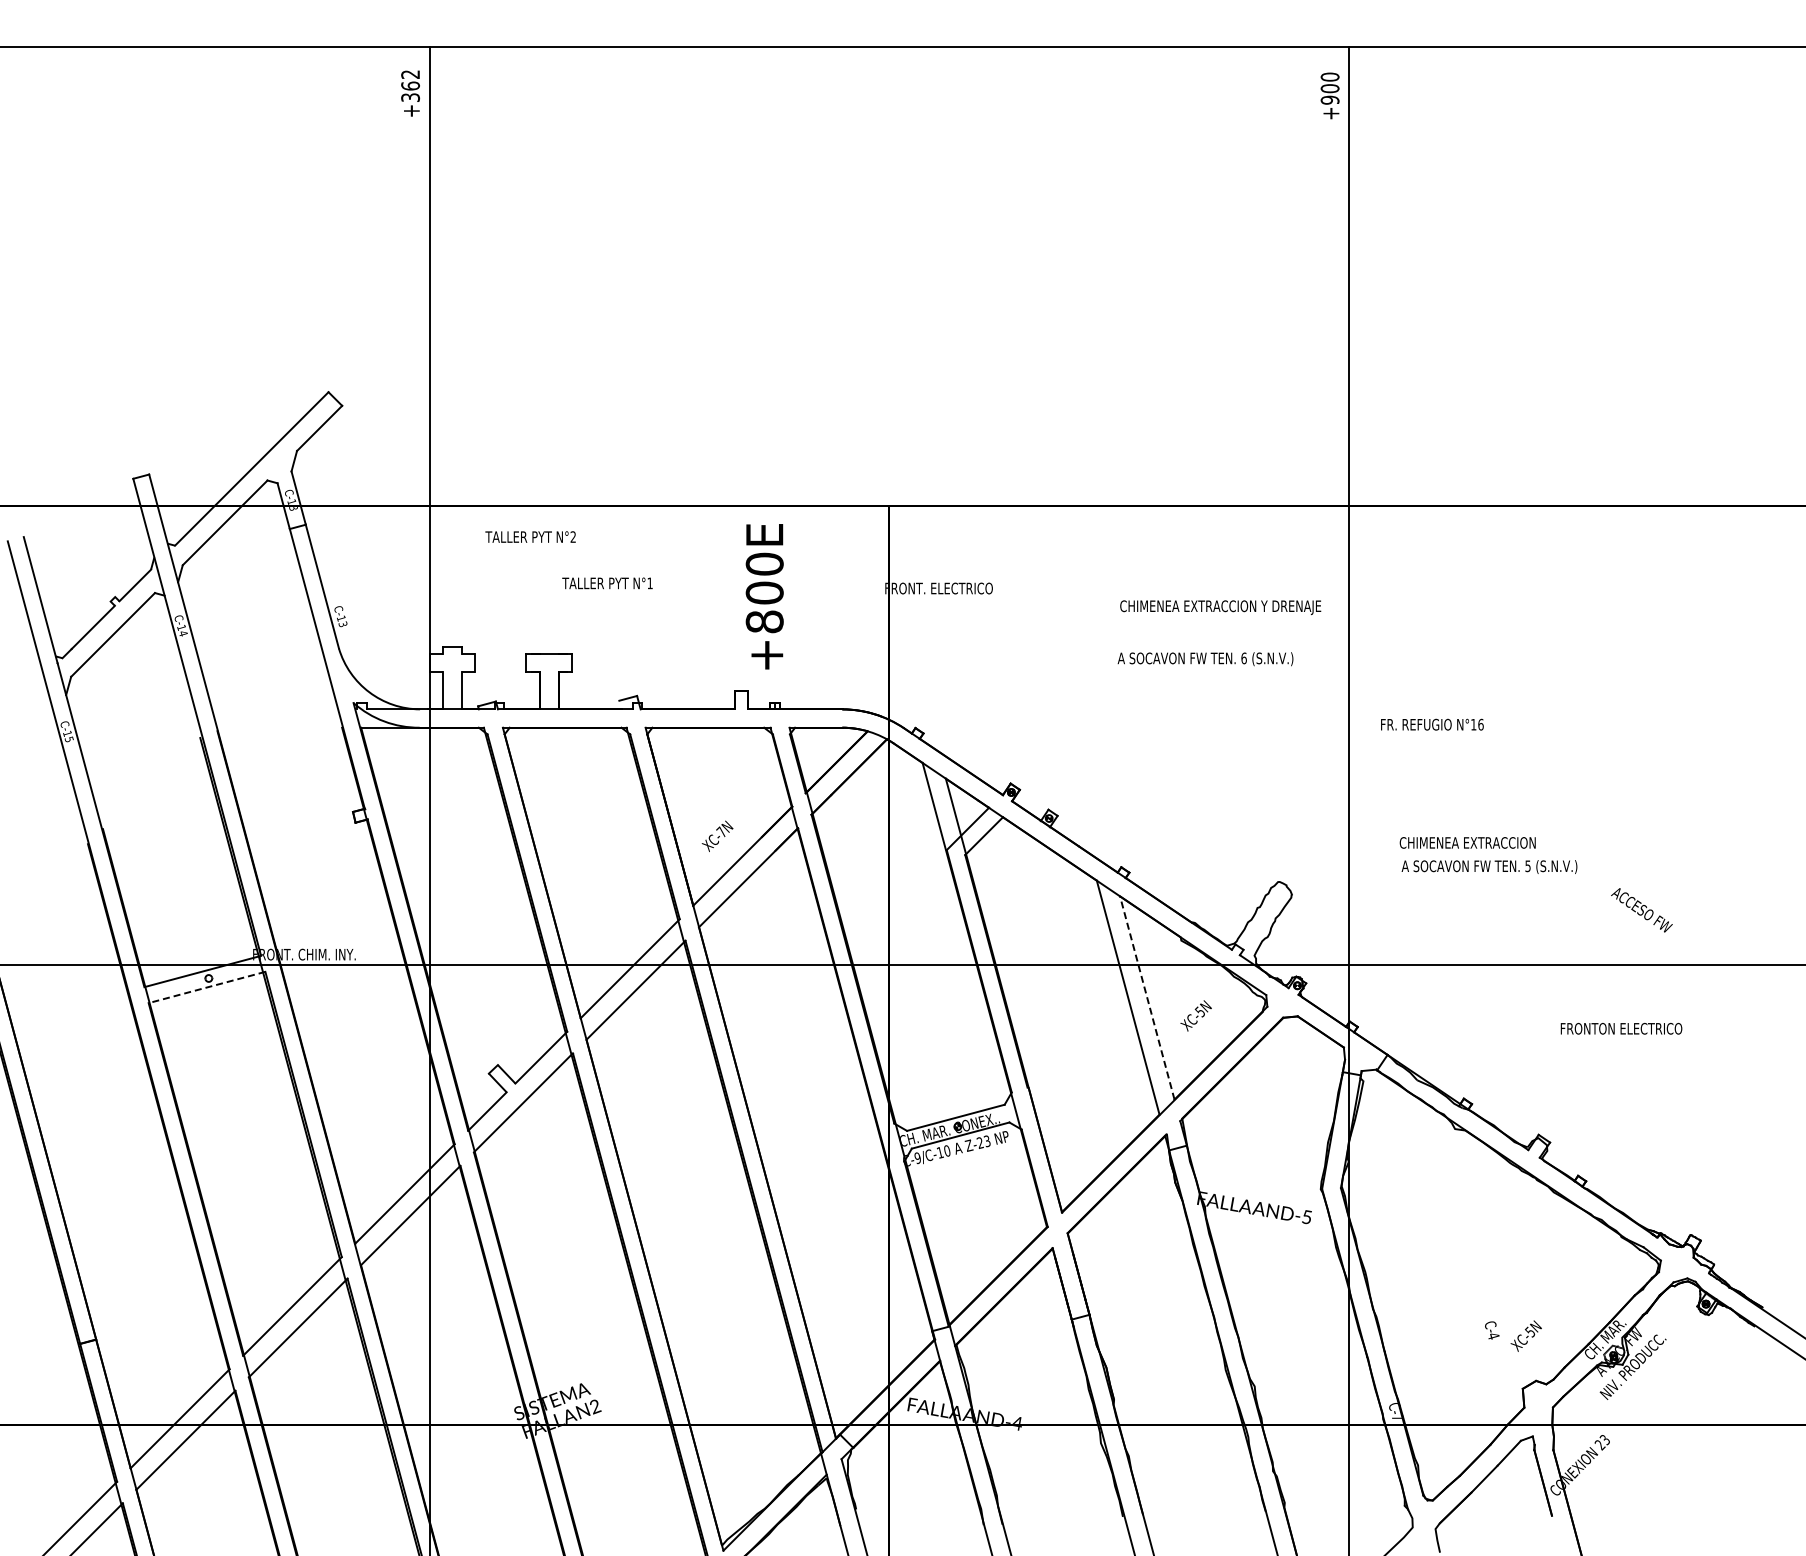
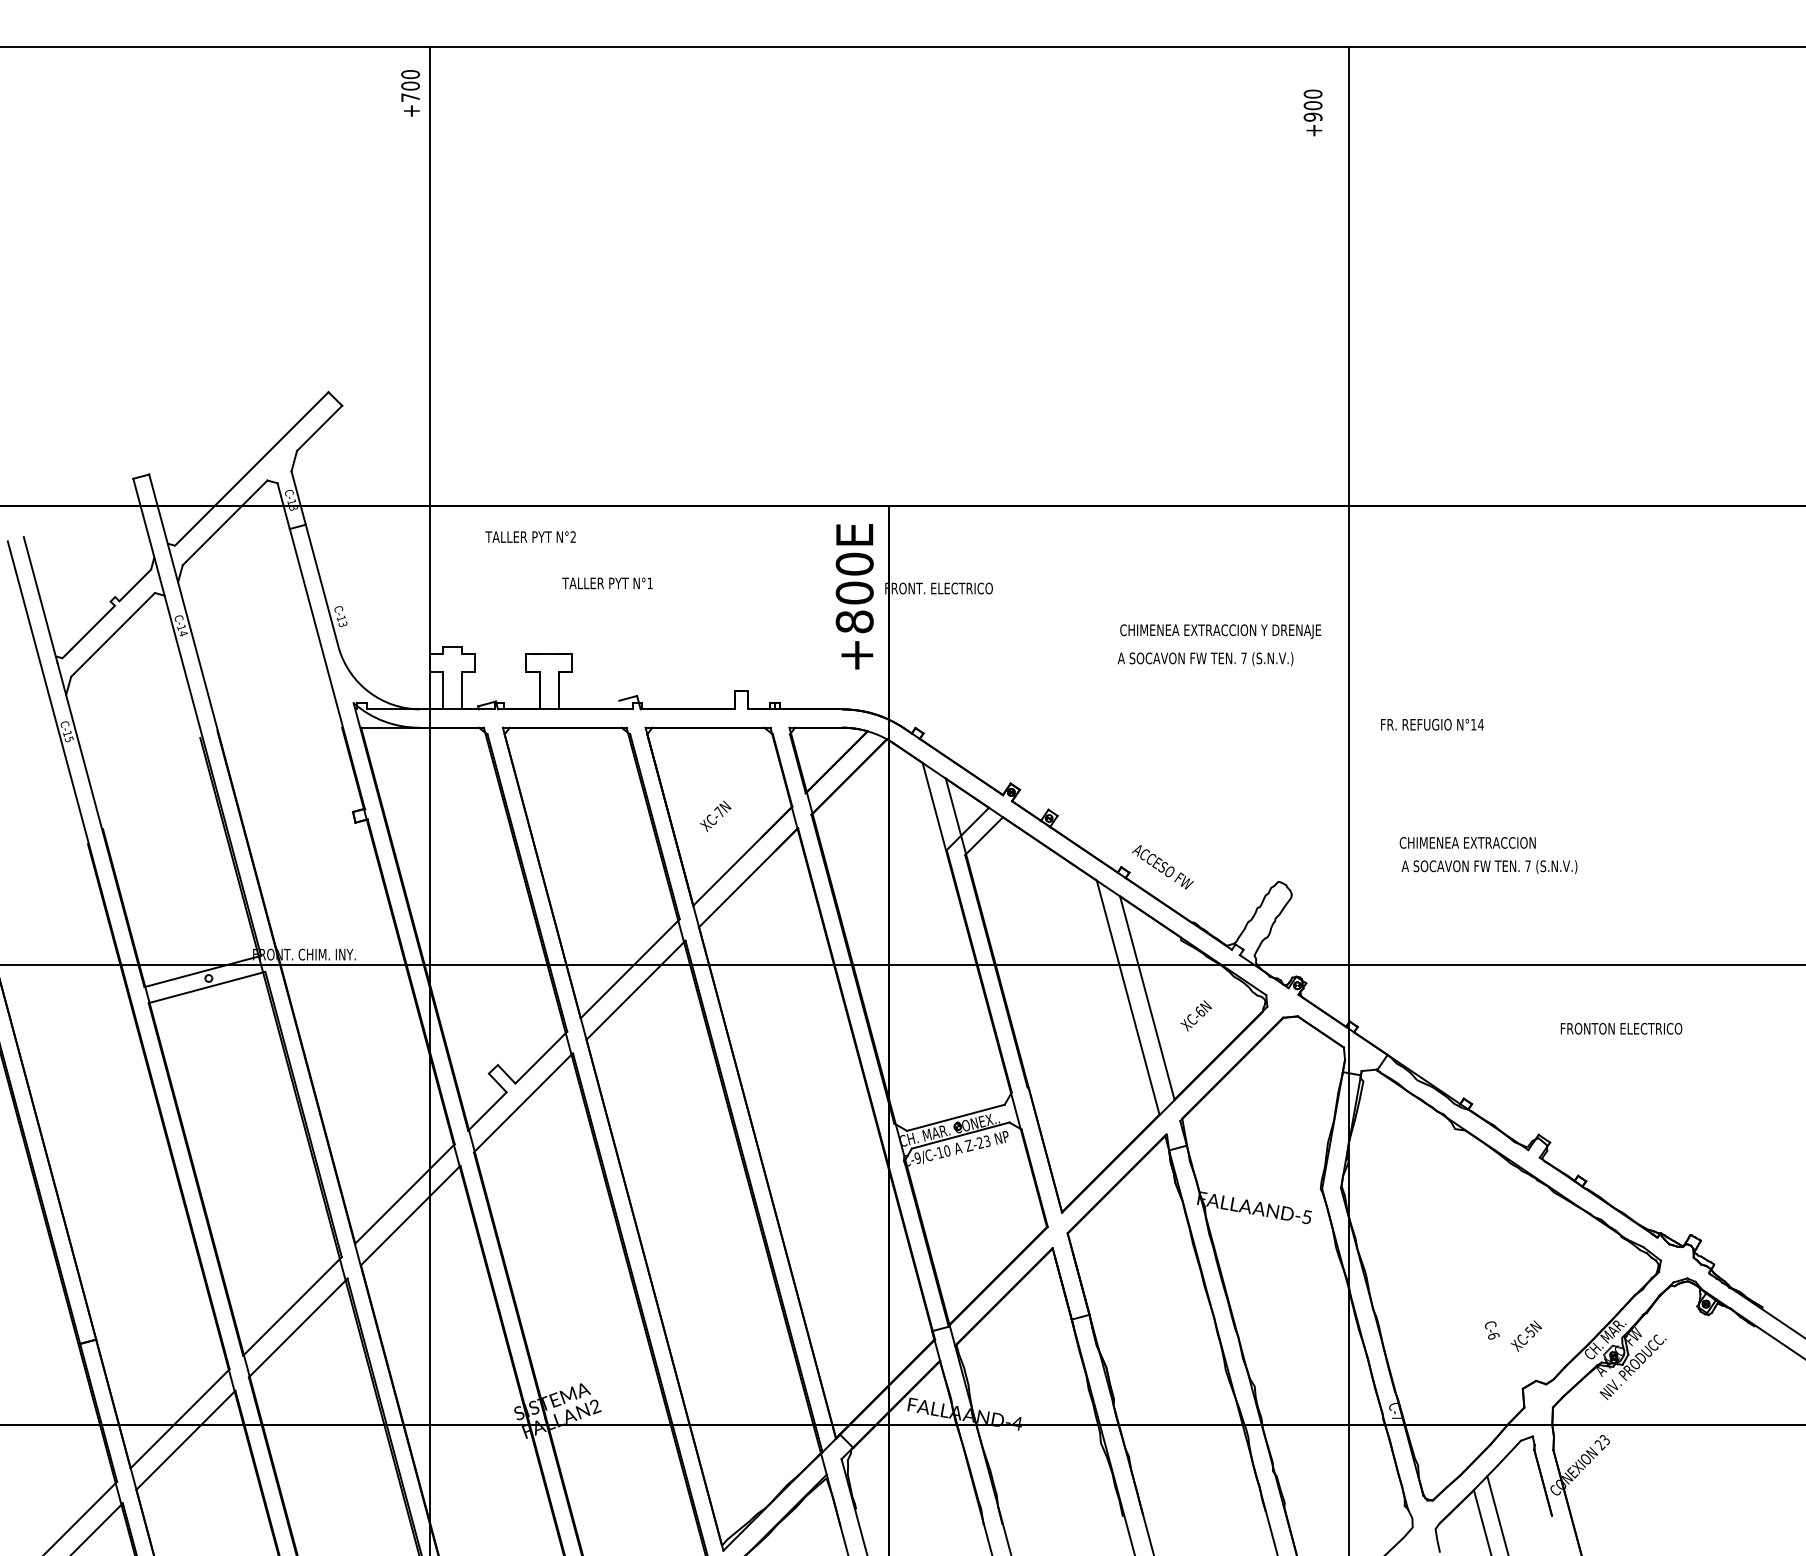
text at (410, 85): +362 -> +700
text at (1329, 95) position: (1329, 95) -> (1312, 112)
text at (764, 596) position: (764, 596) -> (854, 596)
text at (1220, 607) position: (1220, 607) -> (1220, 631)
text at (1243, 658): 6 -> 7
text at (1480, 724): N°16 -> N°14
text at (717, 835) position: (717, 835) -> (715, 815)
text at (1527, 866): 5 -> 7
text at (1641, 910) position: (1641, 910) -> (1162, 867)
line at (206, 987): dashed -> solid
line at (1147, 997): dashed -> solid
text at (1199, 1011): XC-5N -> XC-6N
text at (1493, 1336): C-4 -> C-6
line at (1497, 1514): none -> present
line at (1481, 1521): none -> present
